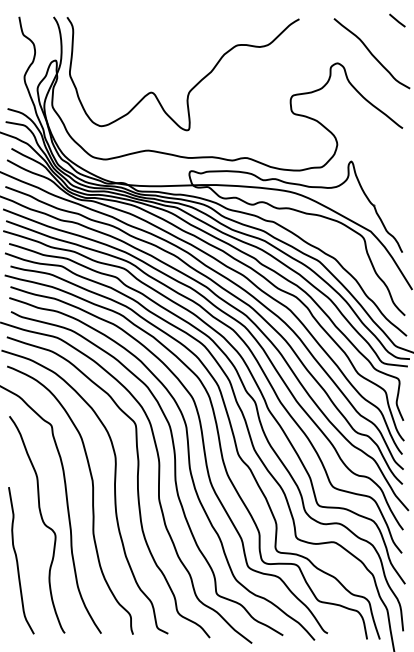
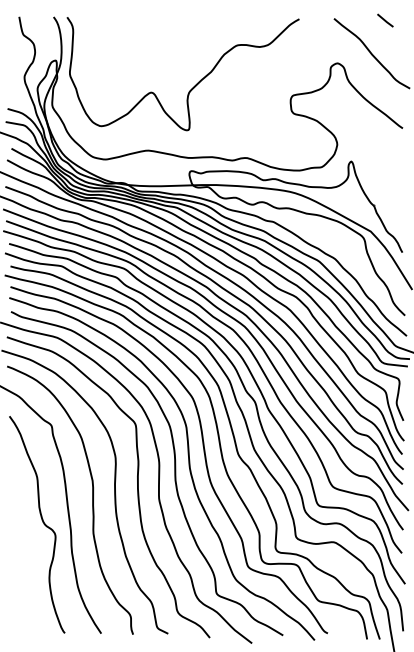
line at (397, 20) position: (397, 20) -> (385, 20)
curve at (18, 562): present -> none
